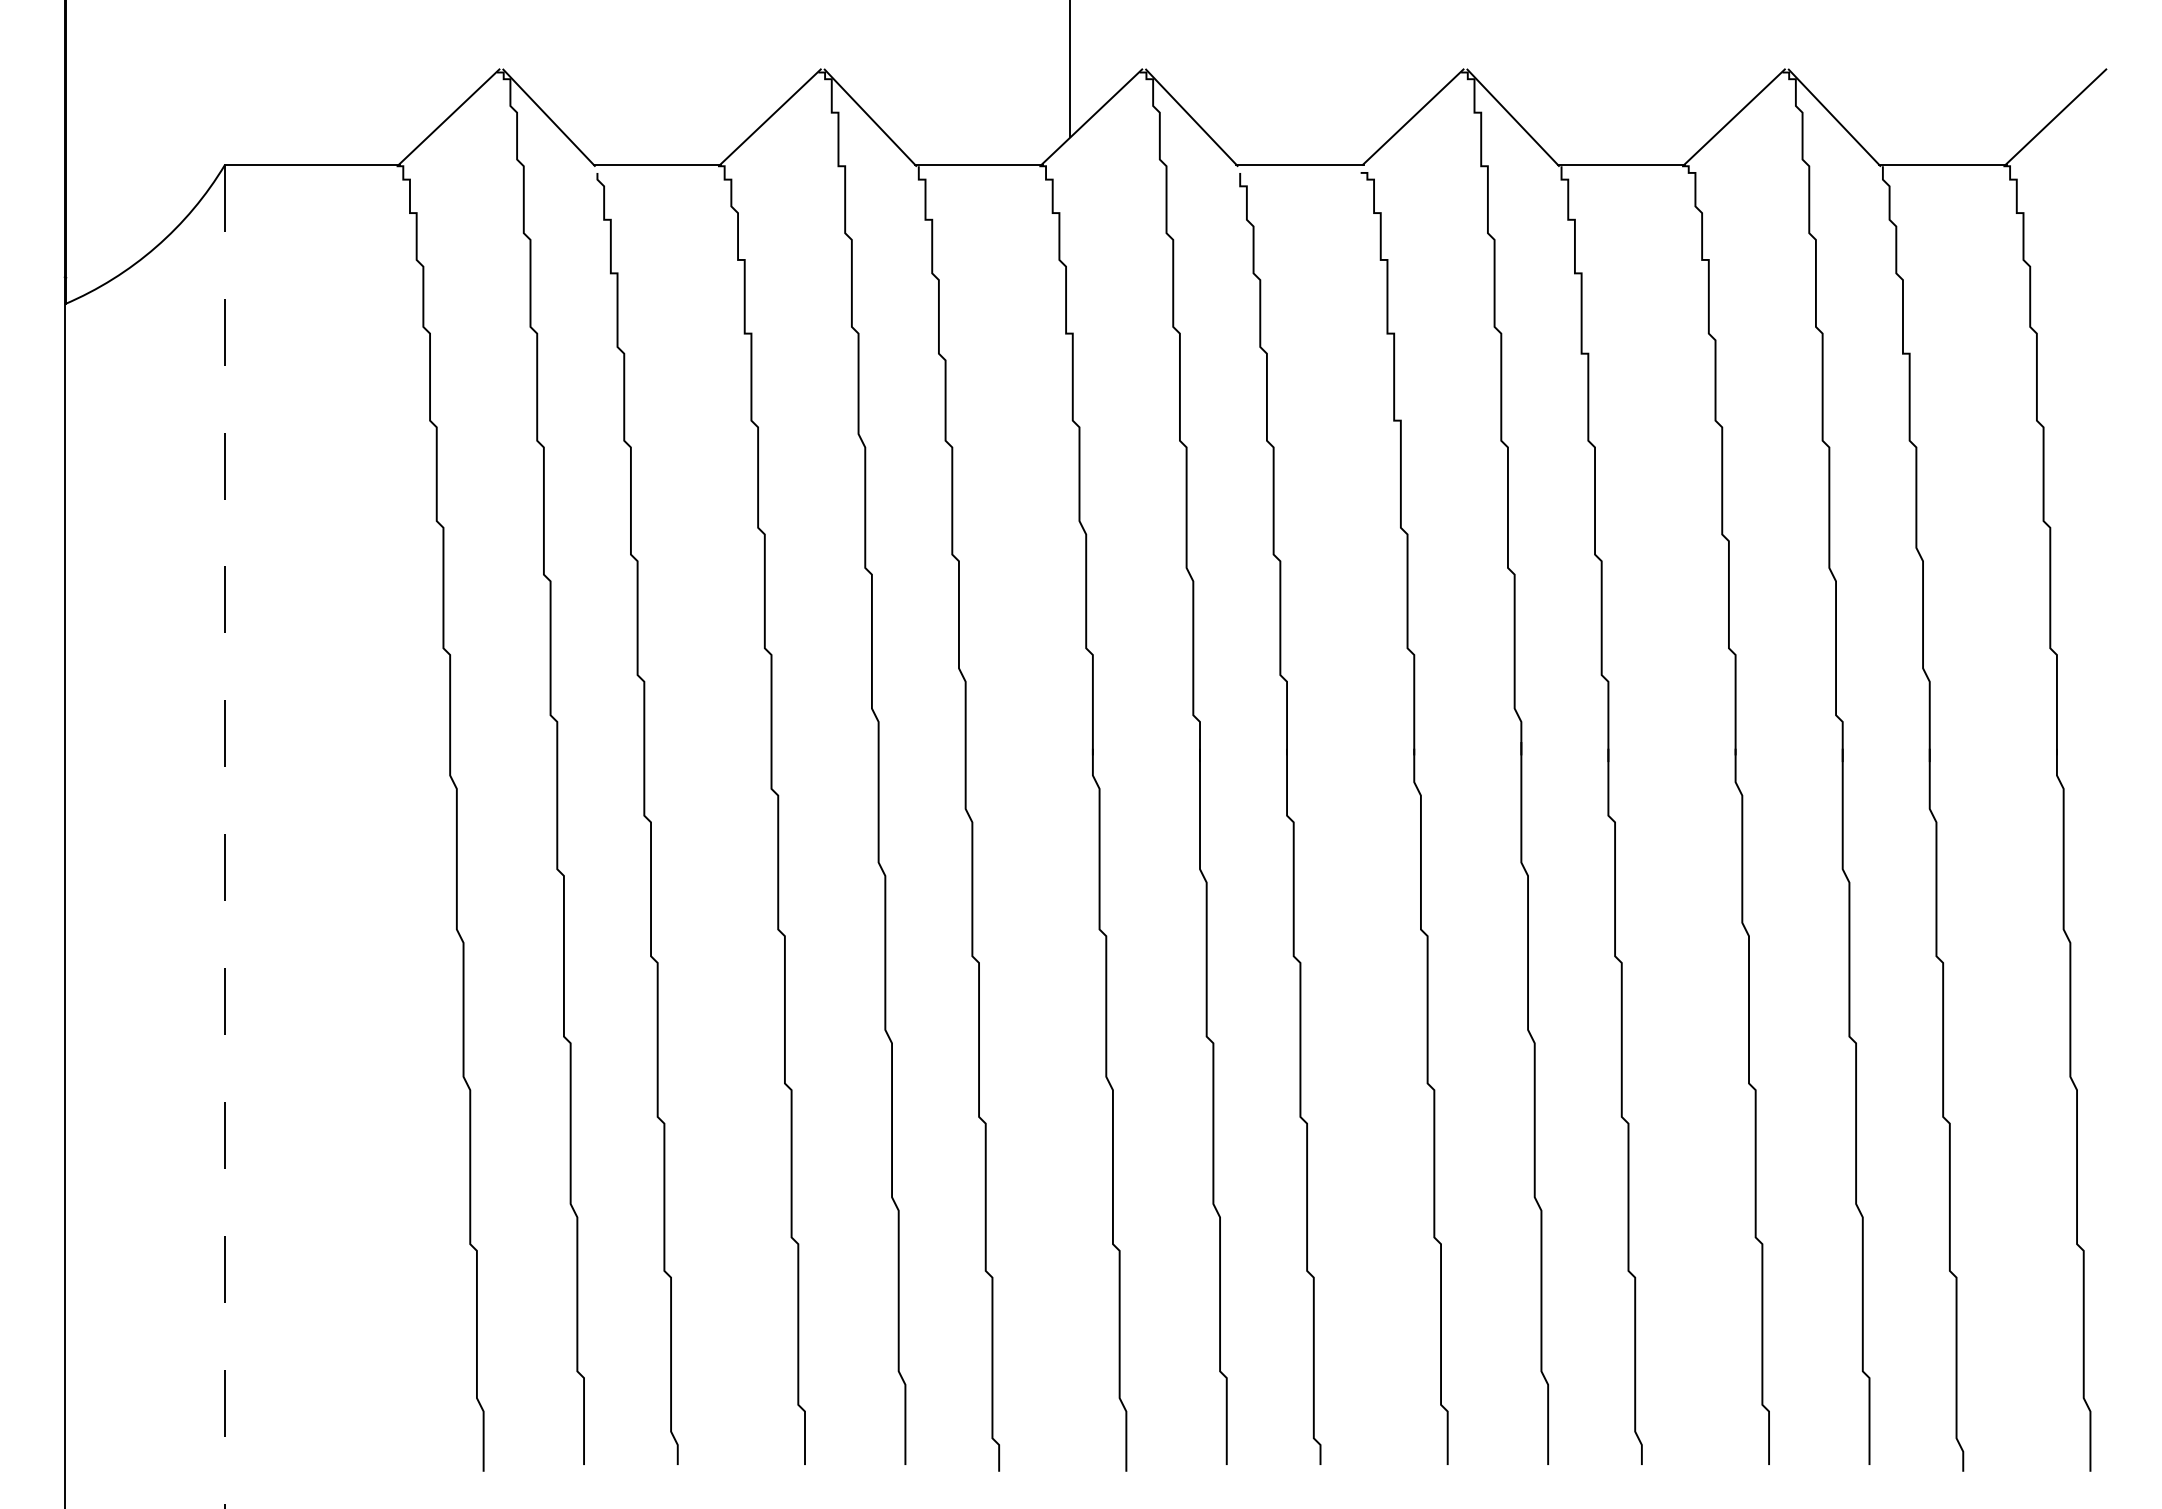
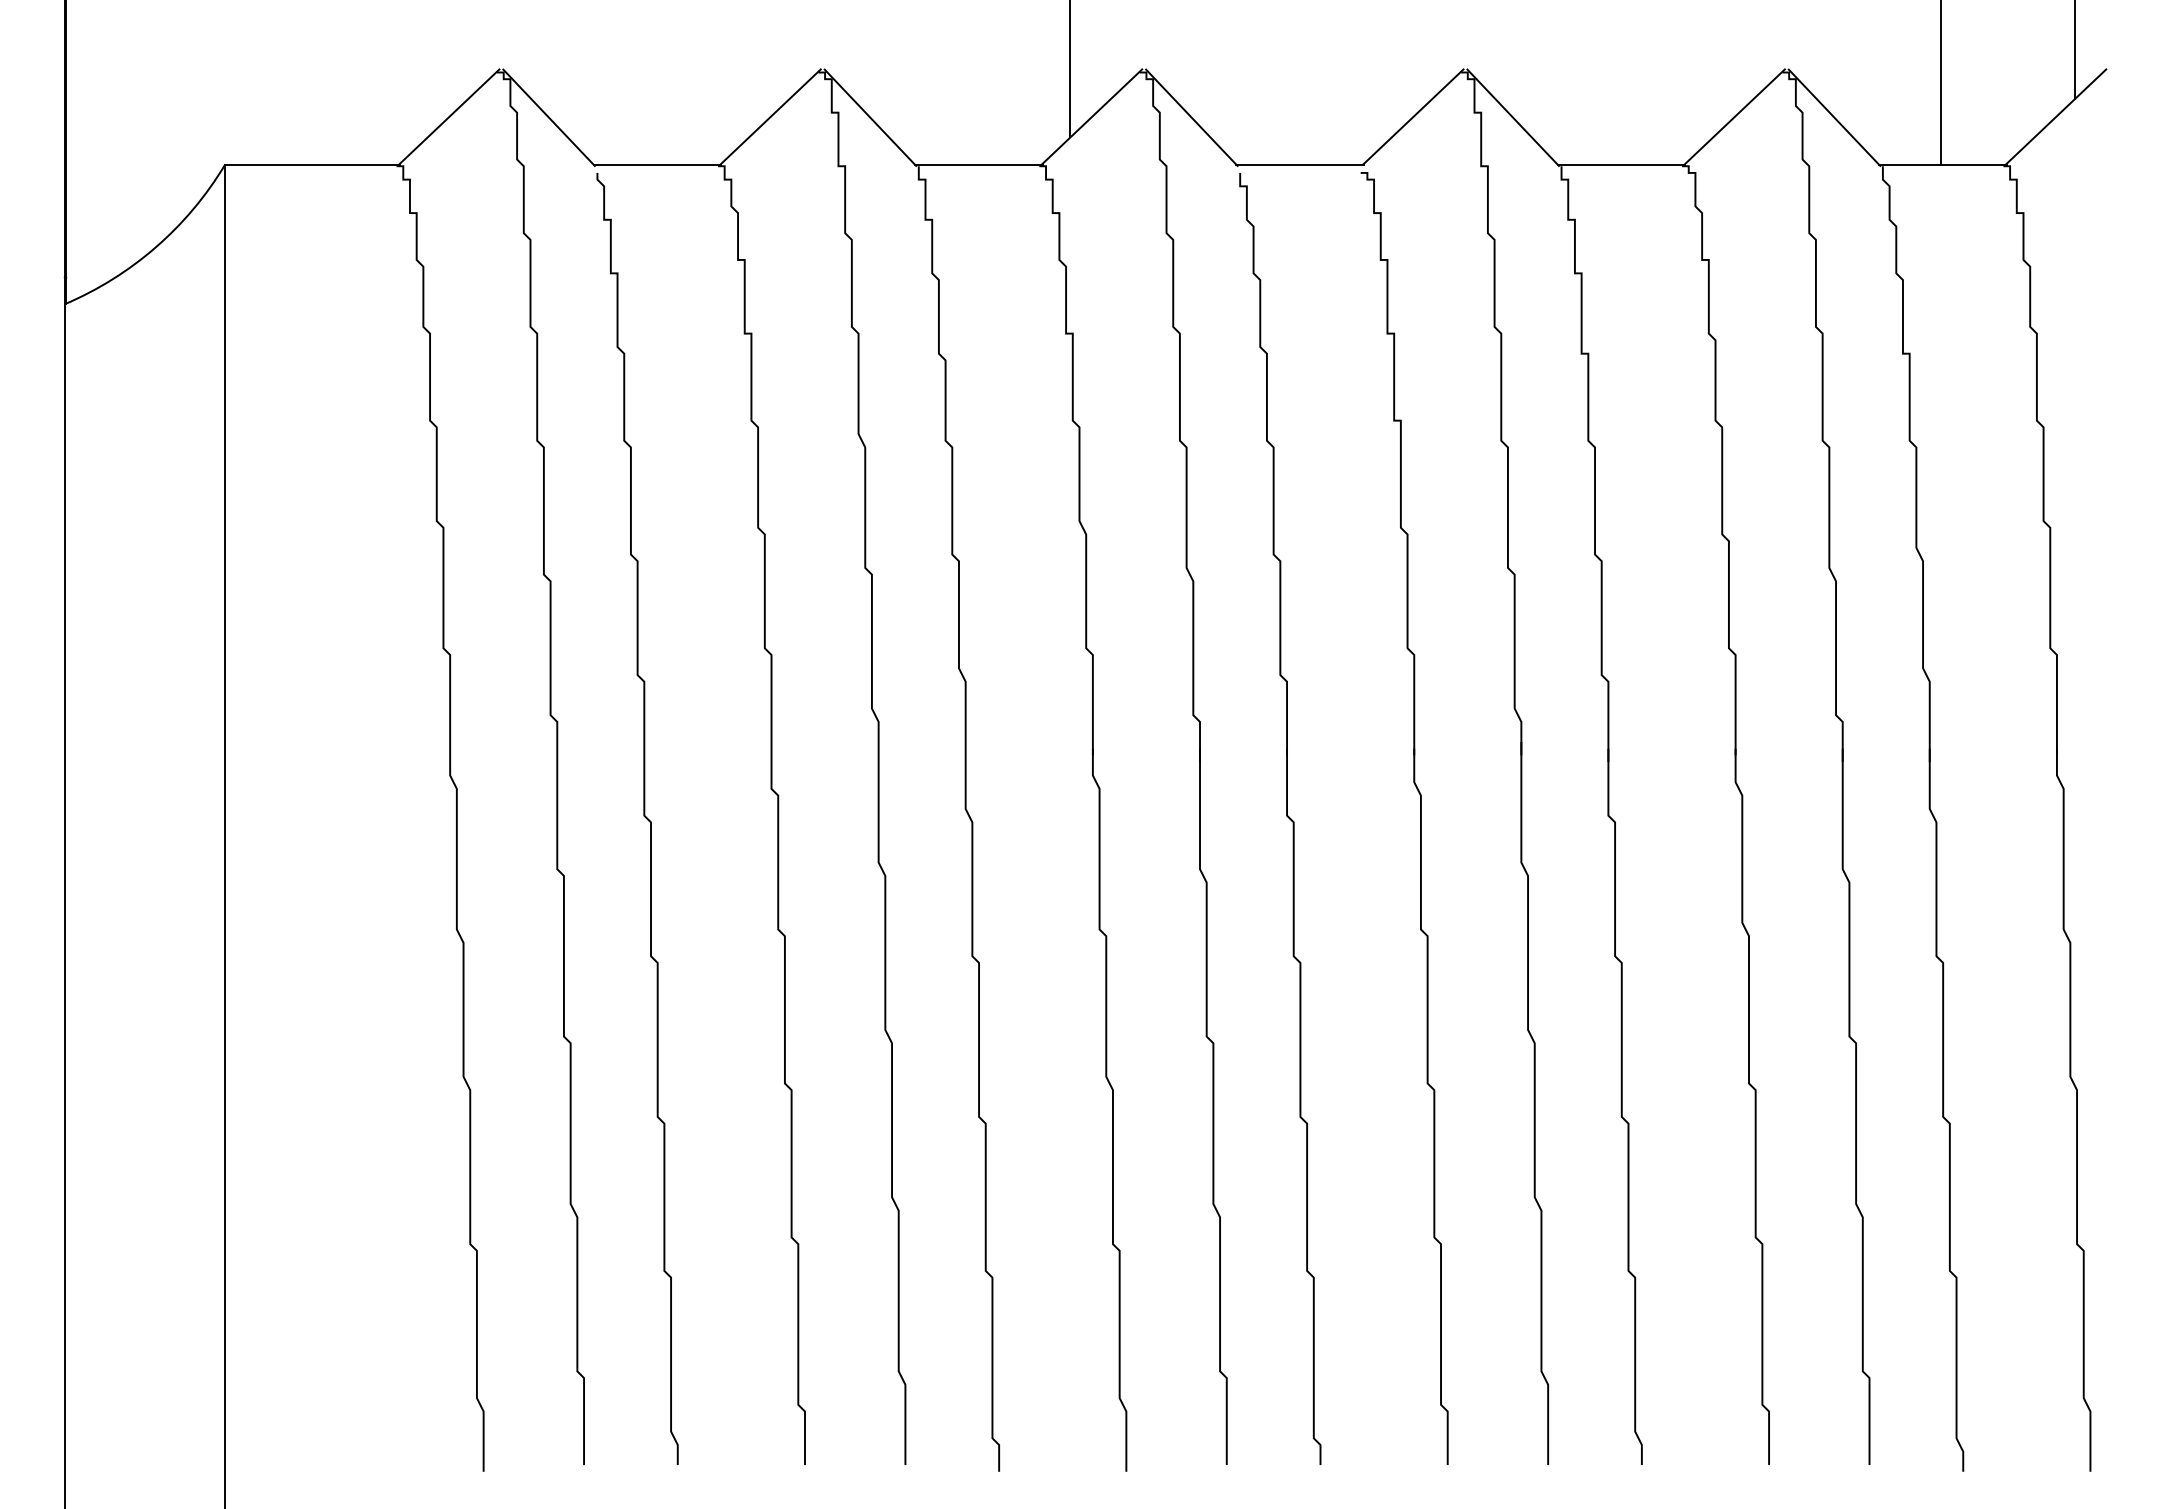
line at (2074, 50): none -> present
line at (1940, 83): none -> present
line at (225, 836): dashed -> solid
